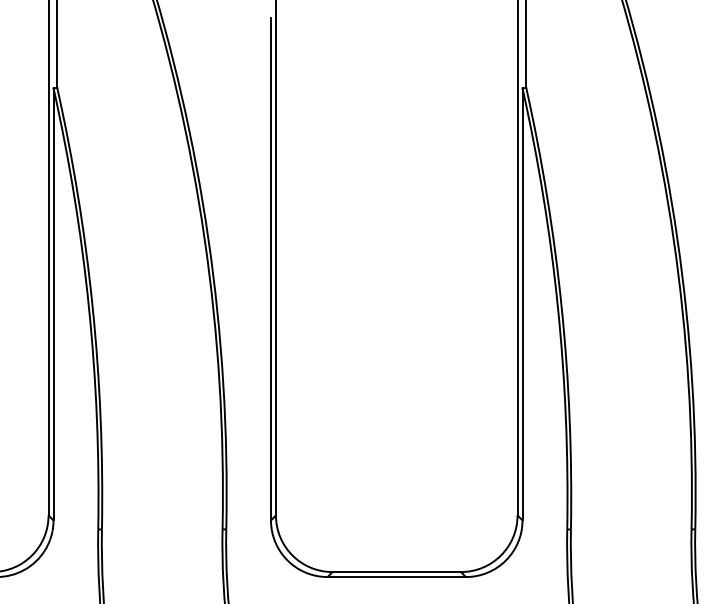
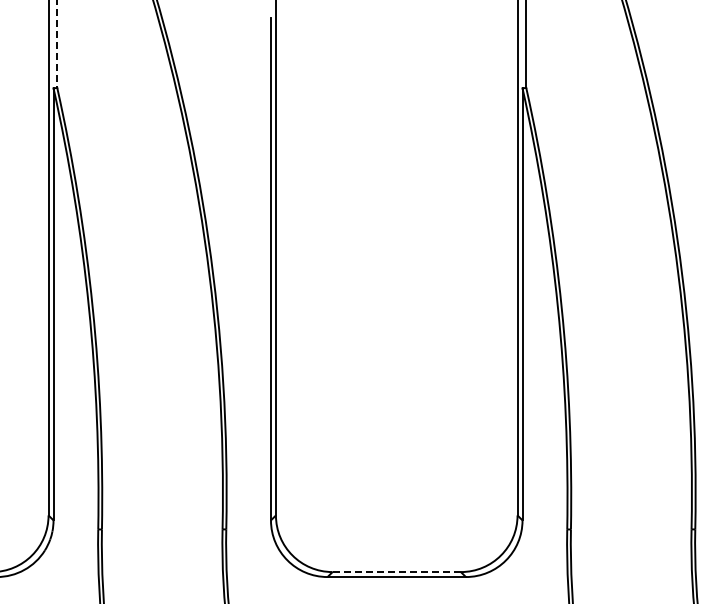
line at (57, 44): solid -> dashed
line at (397, 572): solid -> dashed
